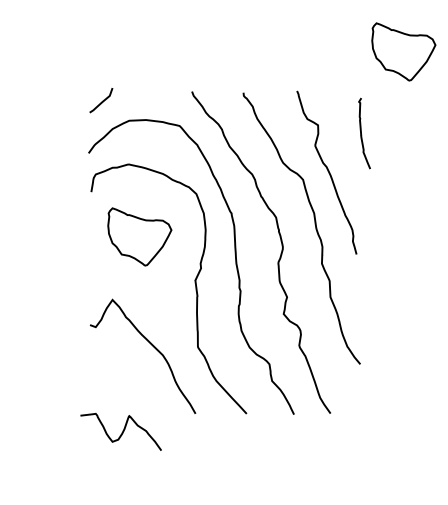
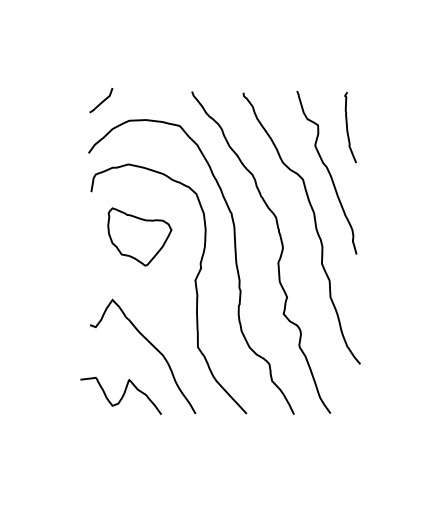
part at (403, 51): present -> none
curve at (362, 135) position: (362, 135) -> (348, 129)
curve at (121, 432) position: (121, 432) -> (121, 396)
